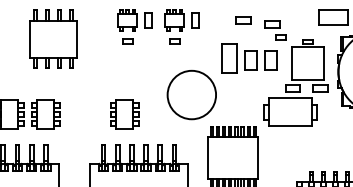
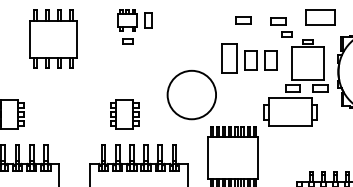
part at (333, 17) position: (333, 17) -> (320, 17)
part at (181, 26): present -> none
part at (275, 30) position: (275, 30) -> (281, 27)
part at (45, 114): present -> none
